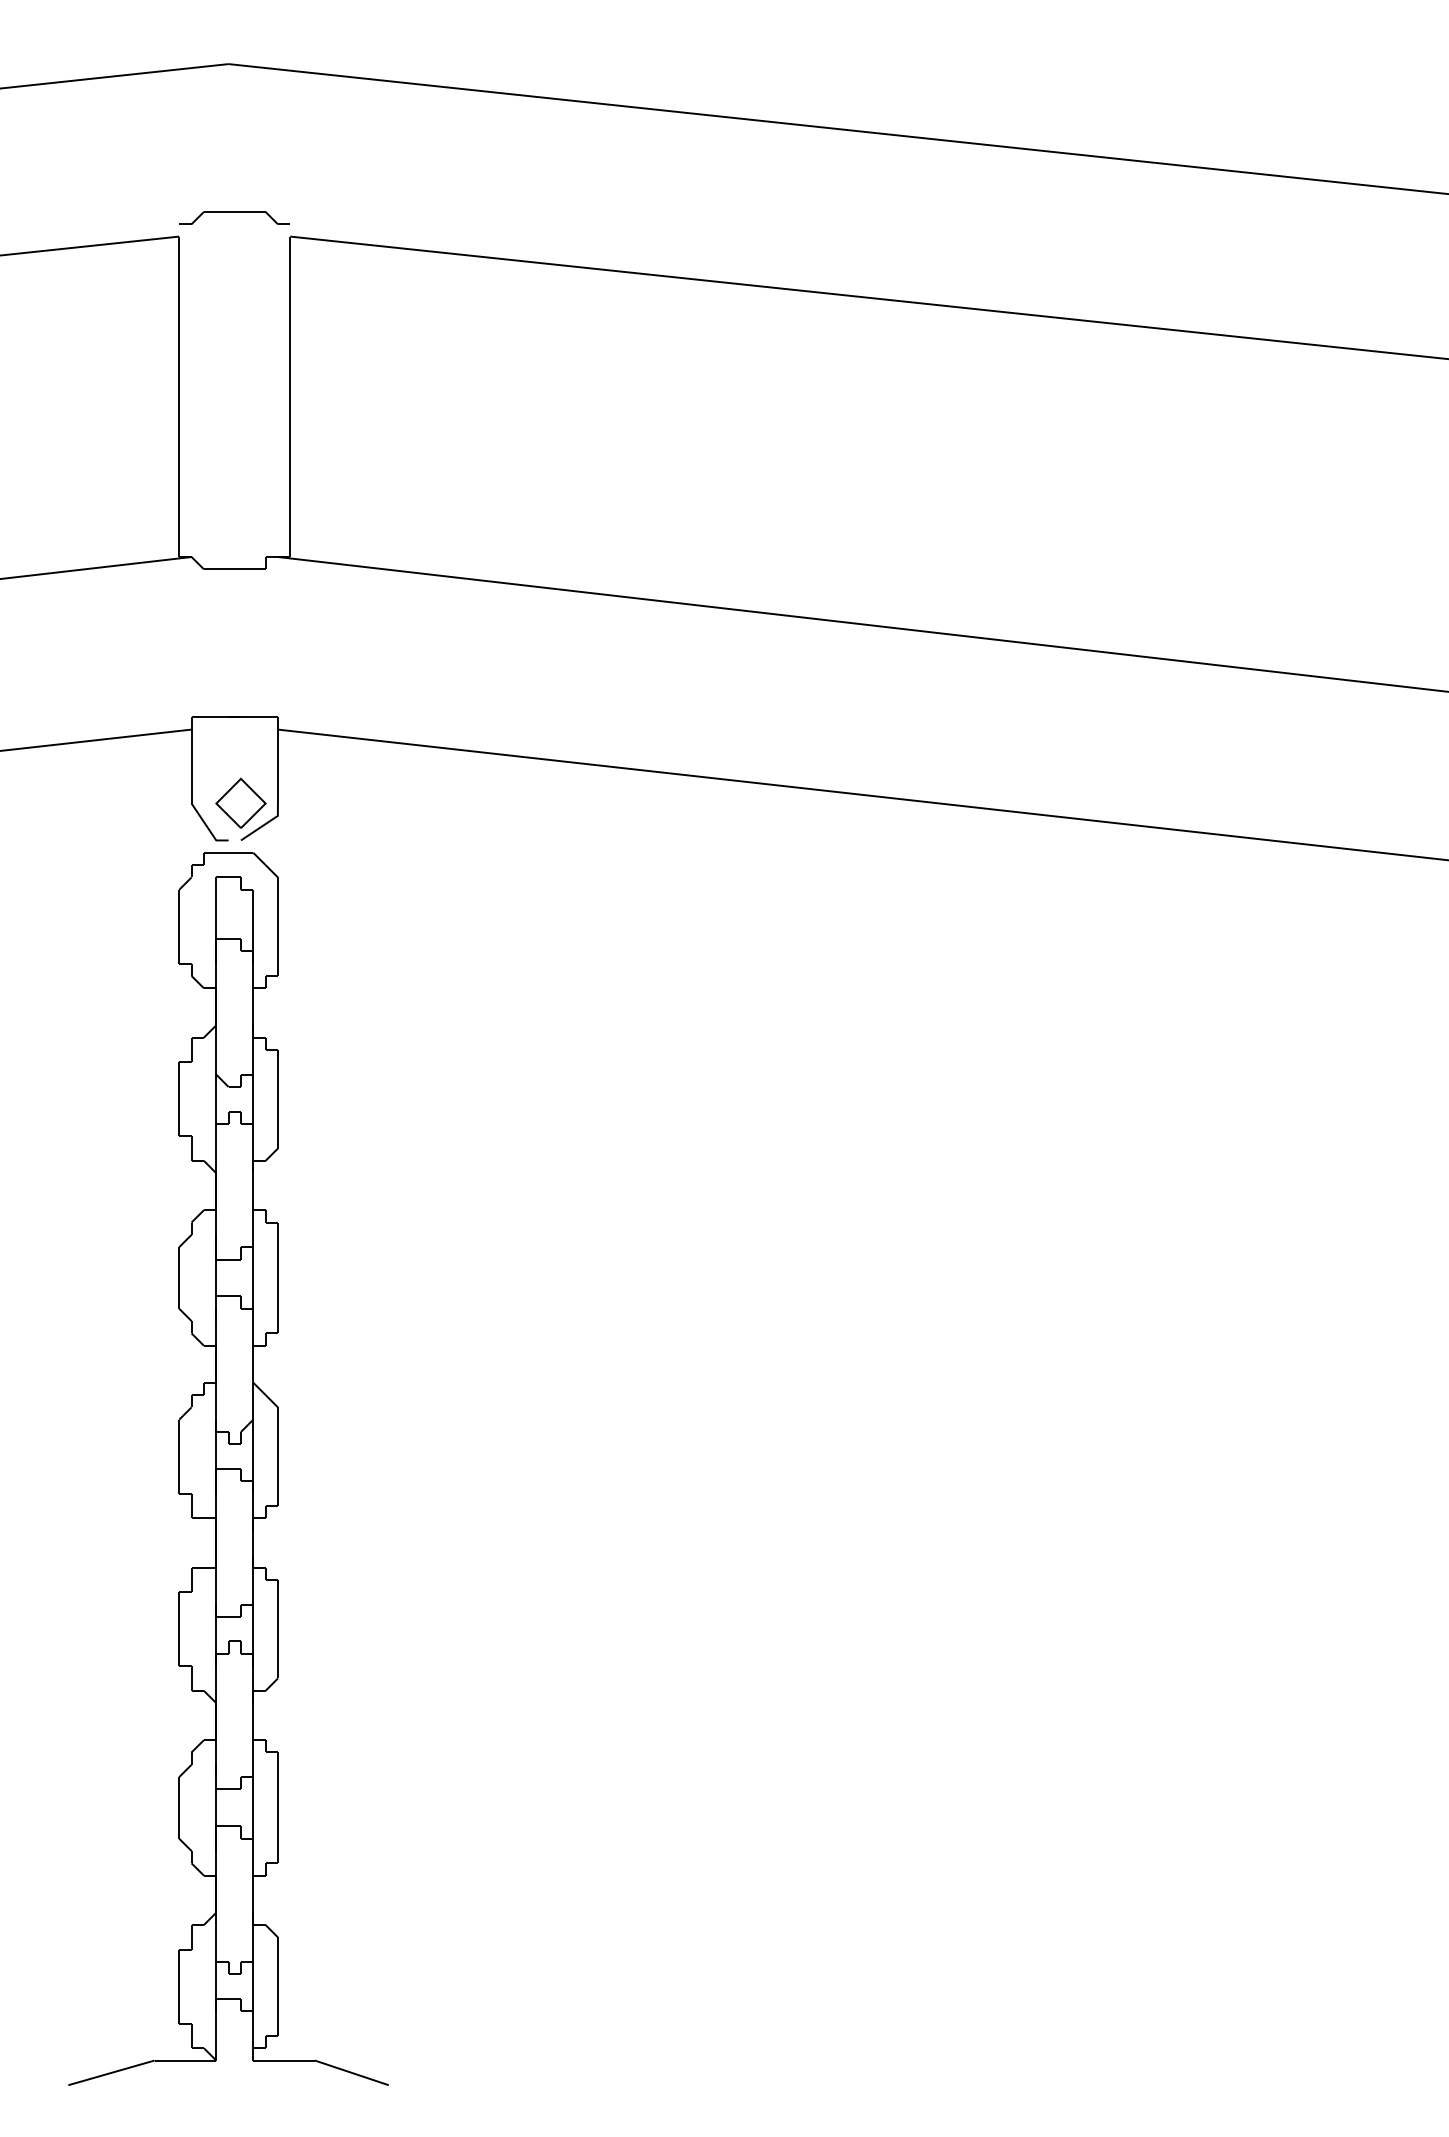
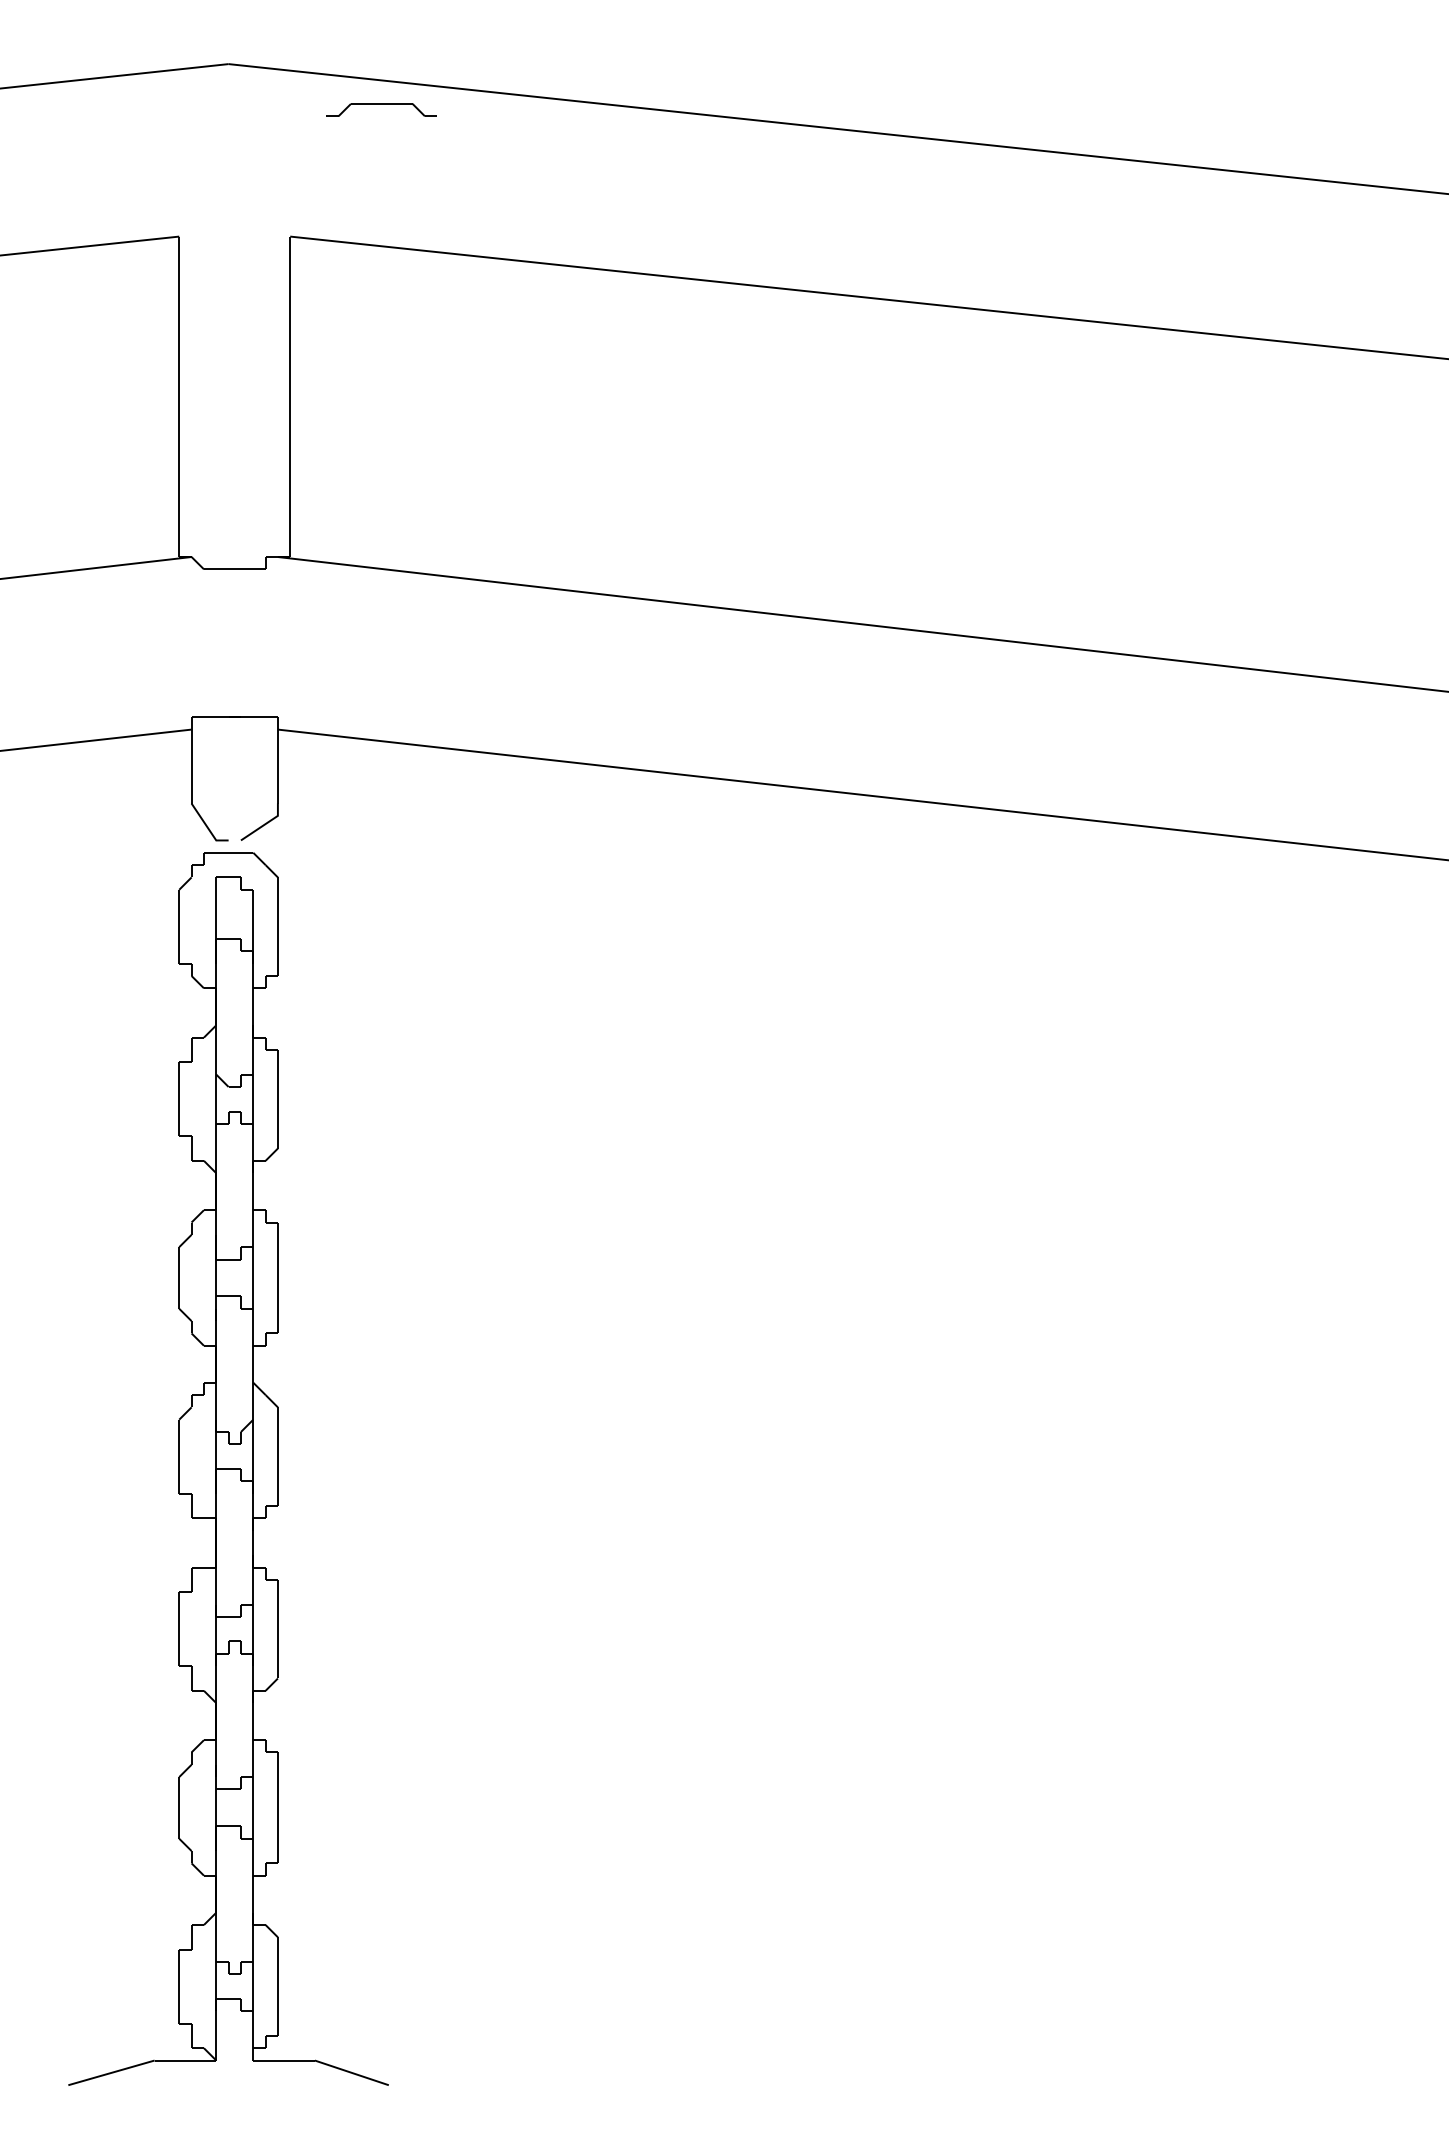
part at (234, 217) position: (234, 217) -> (381, 109)
line at (229, 791): present -> none
